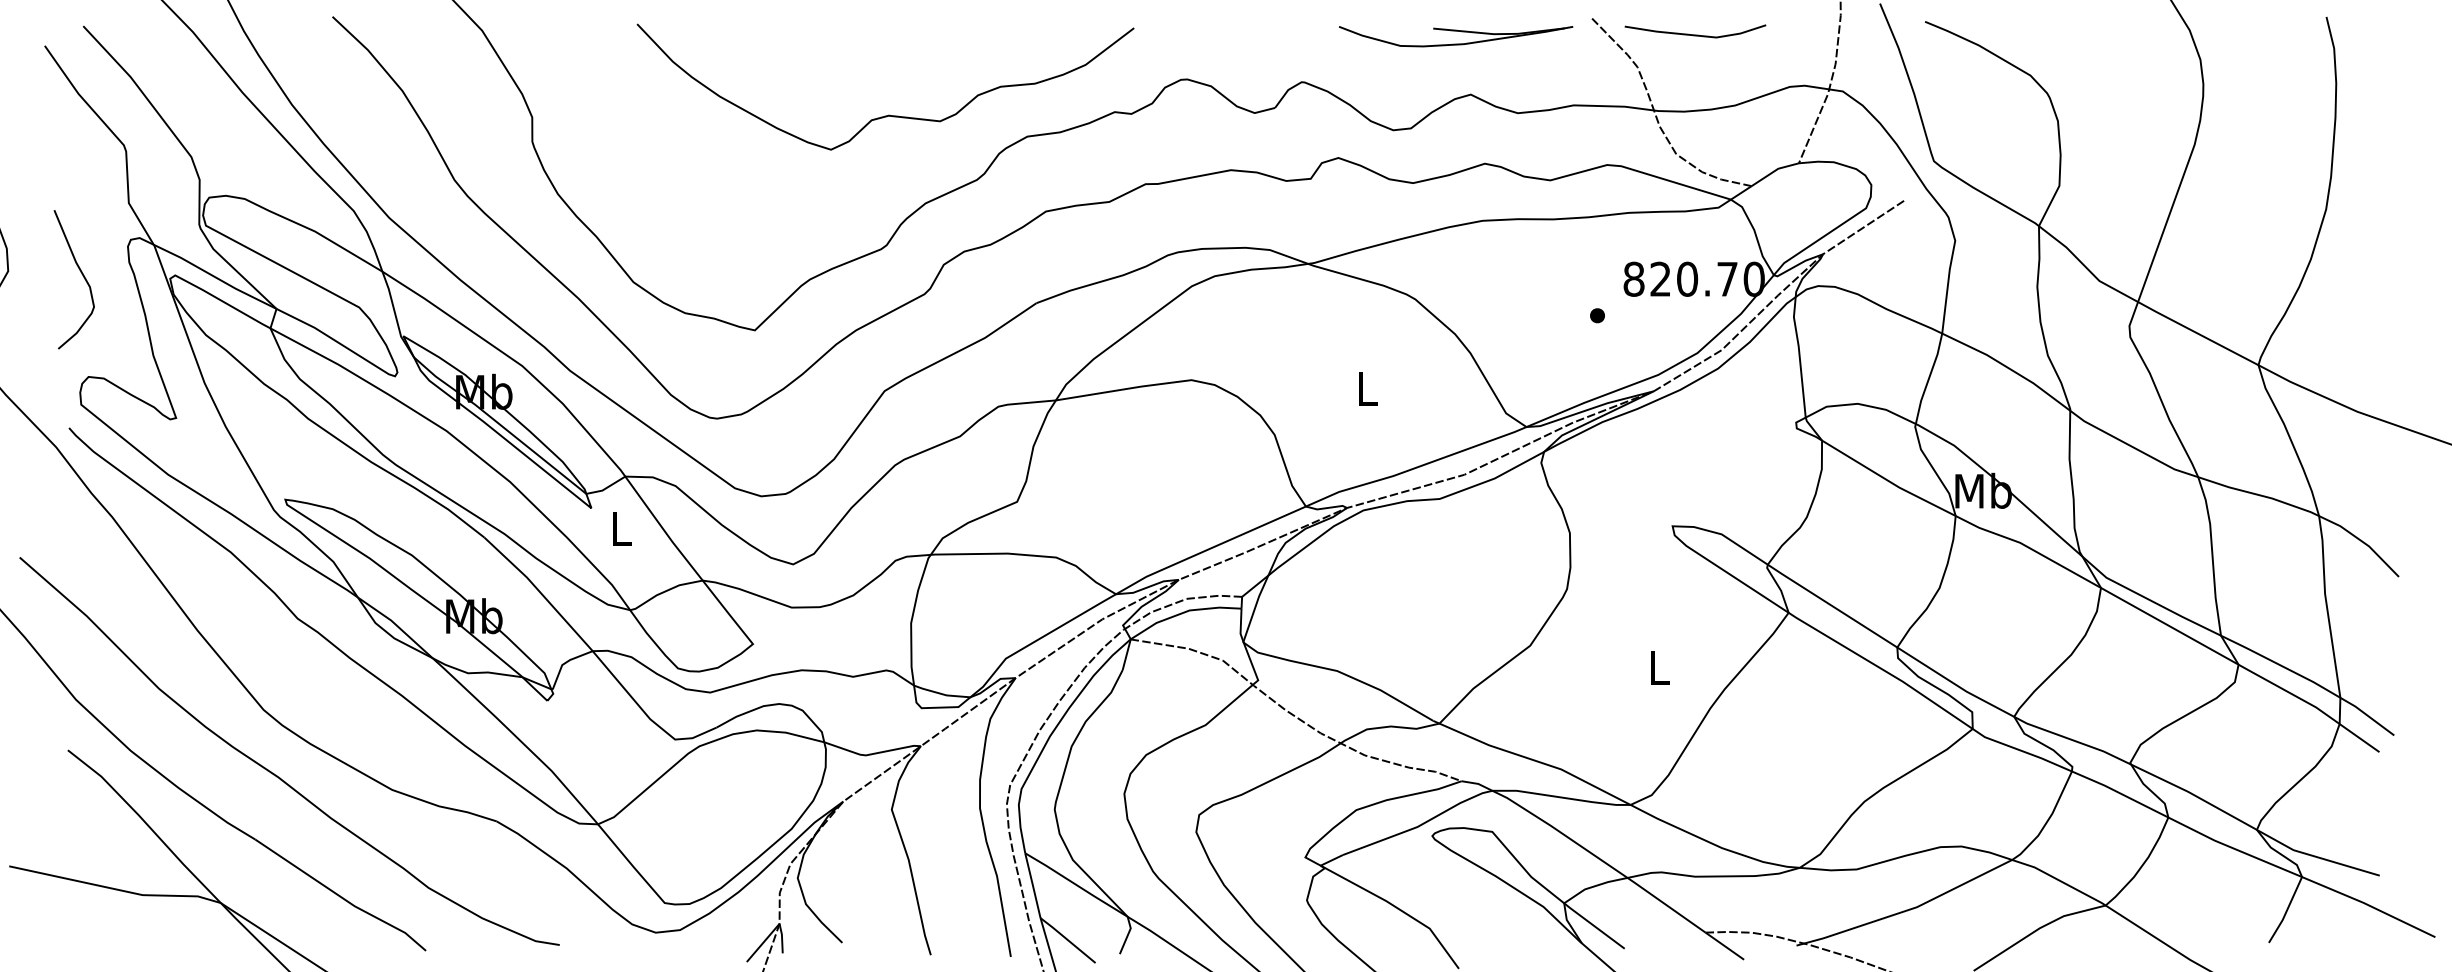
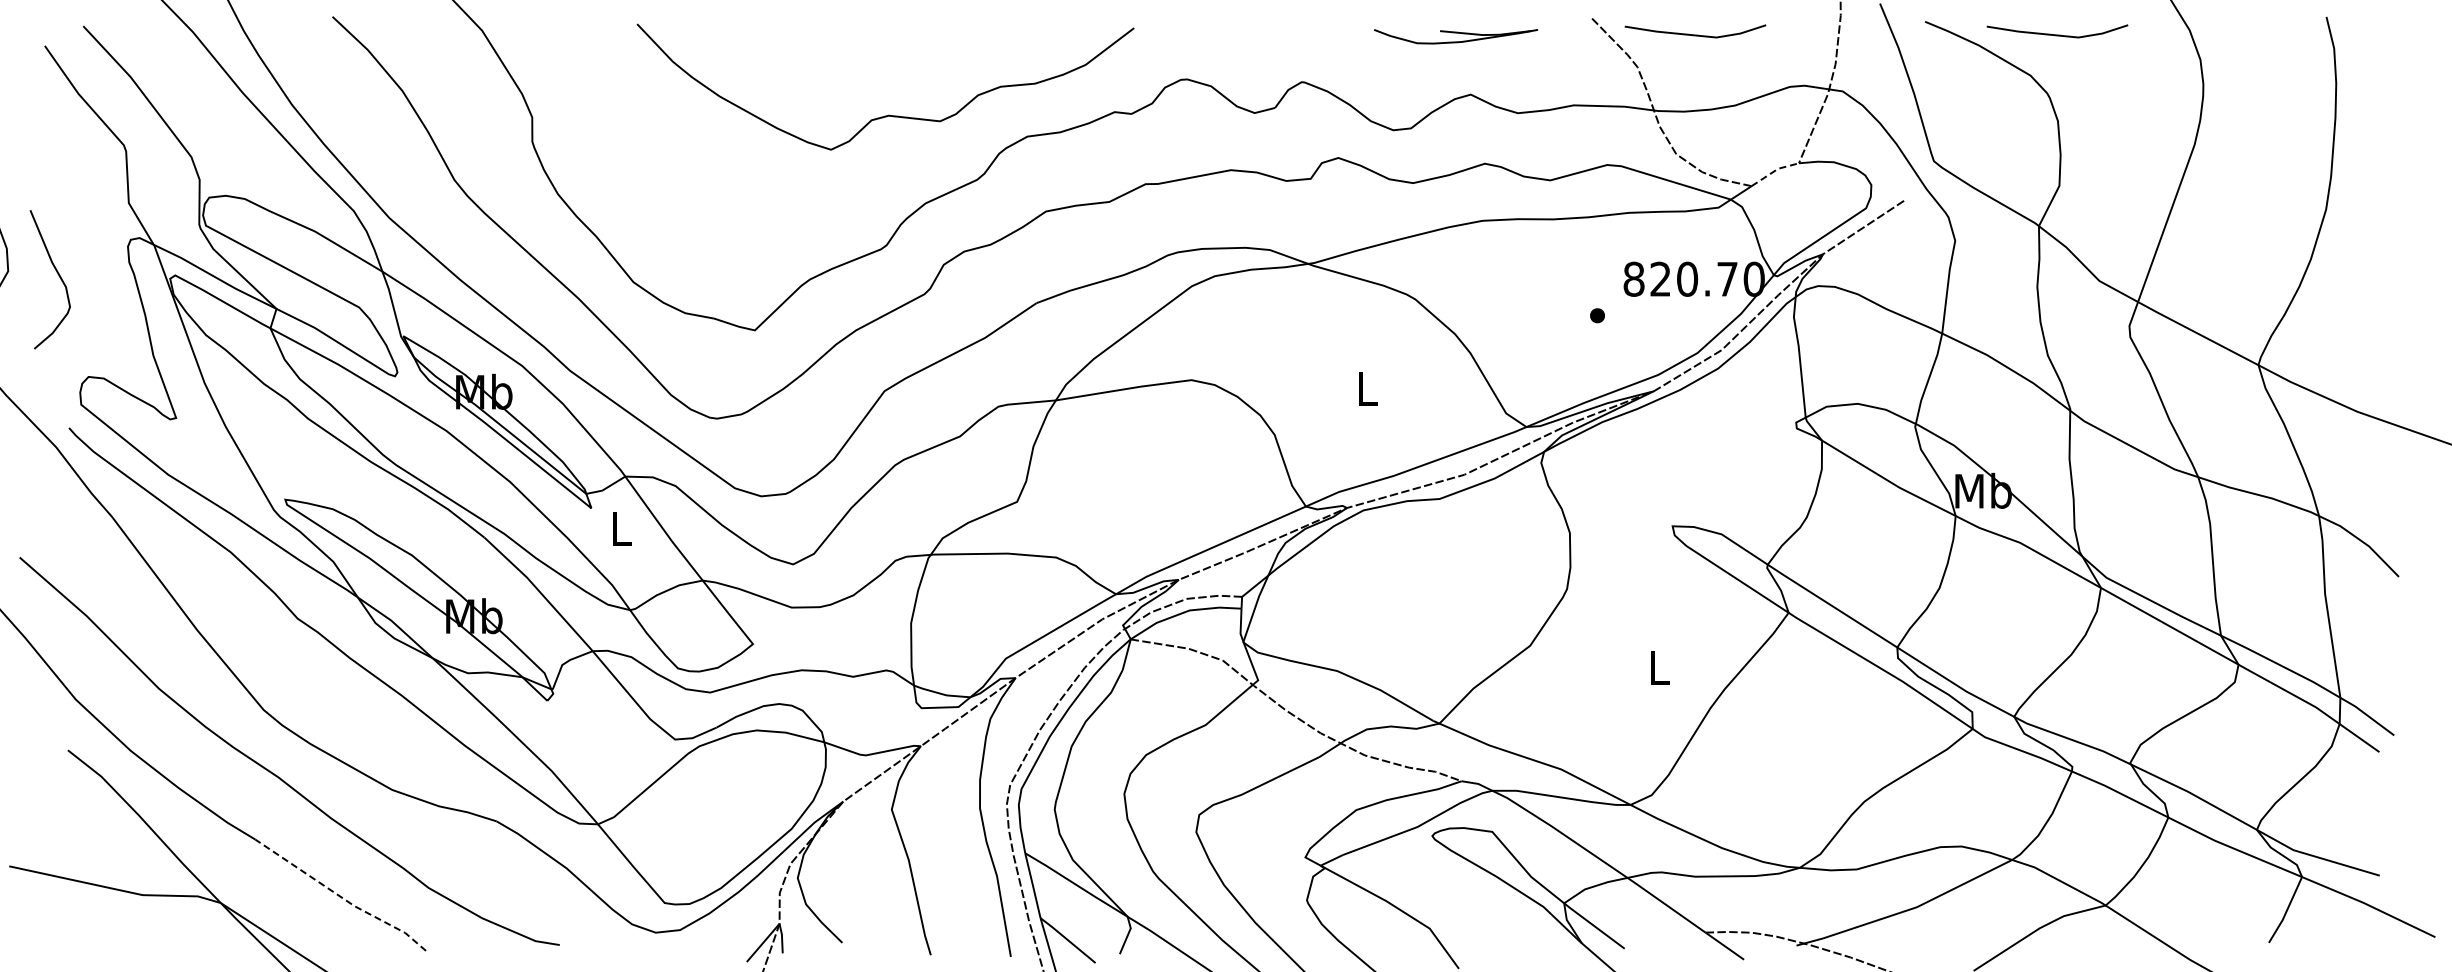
line at (2057, 34): none -> present
part at (1455, 36) size: 236x22 px -> 164x16 px
line at (1774, 170): solid -> dashed
curve at (81, 274) position: (81, 274) -> (57, 274)
line at (341, 897): solid -> dashed
